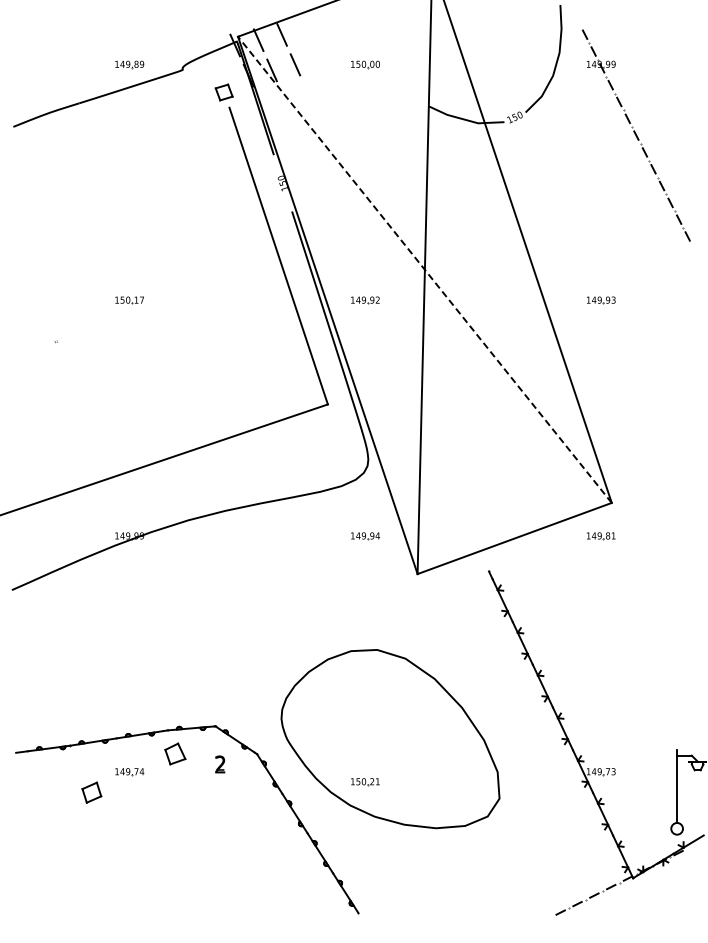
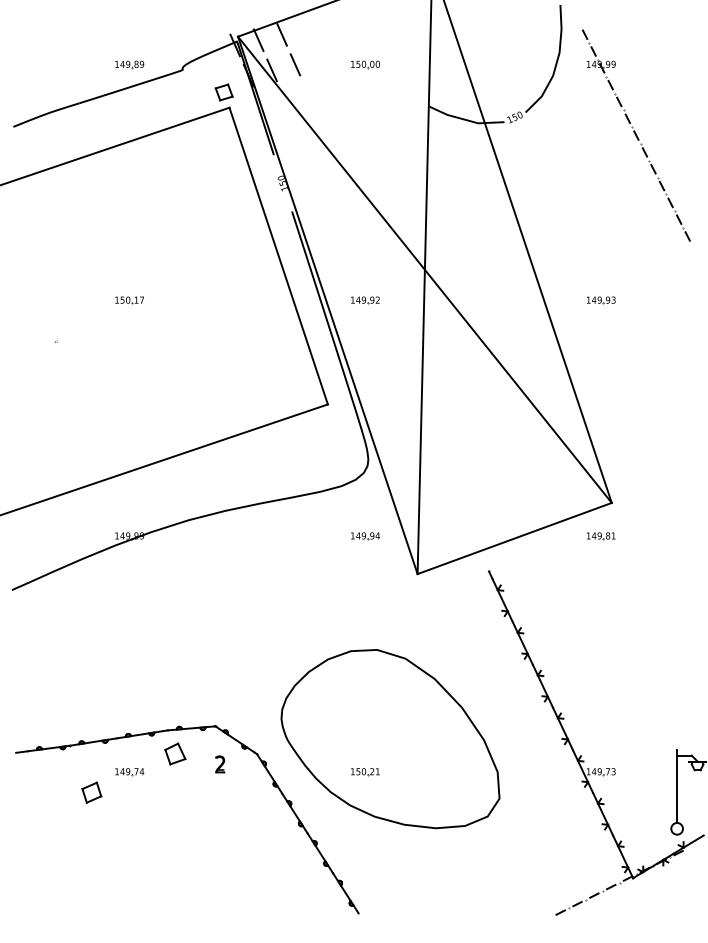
line at (115, 145): none -> present
line at (424, 269): dashed -> solid
part at (365, 782) position: (365, 782) -> (365, 772)
